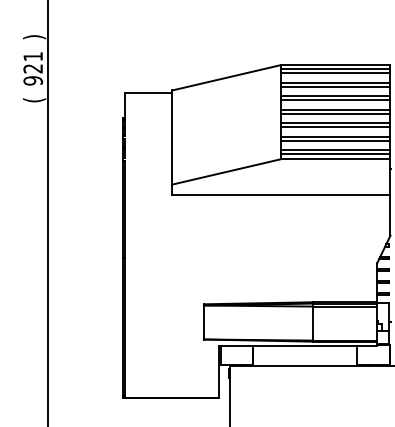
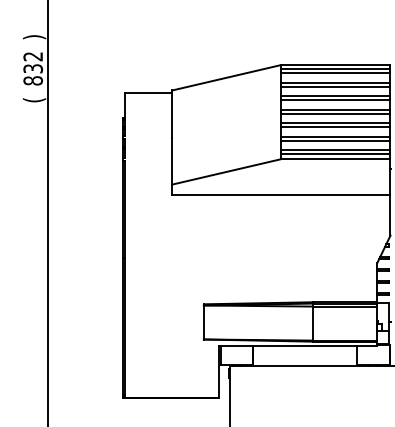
text at (33, 68): 921 -> 832
